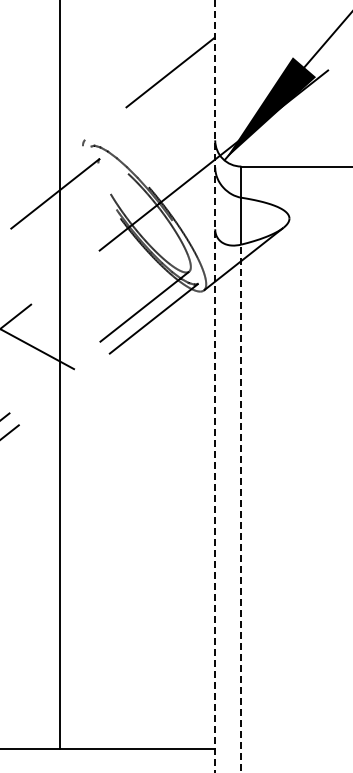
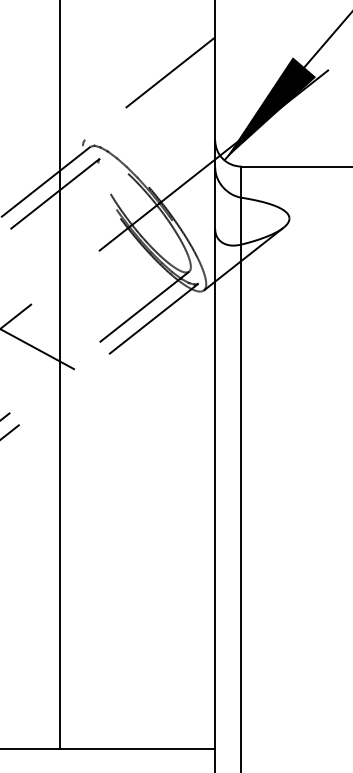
line at (46, 181): none -> present
line at (215, 386): dashed -> solid
line at (241, 508): dashed -> solid
